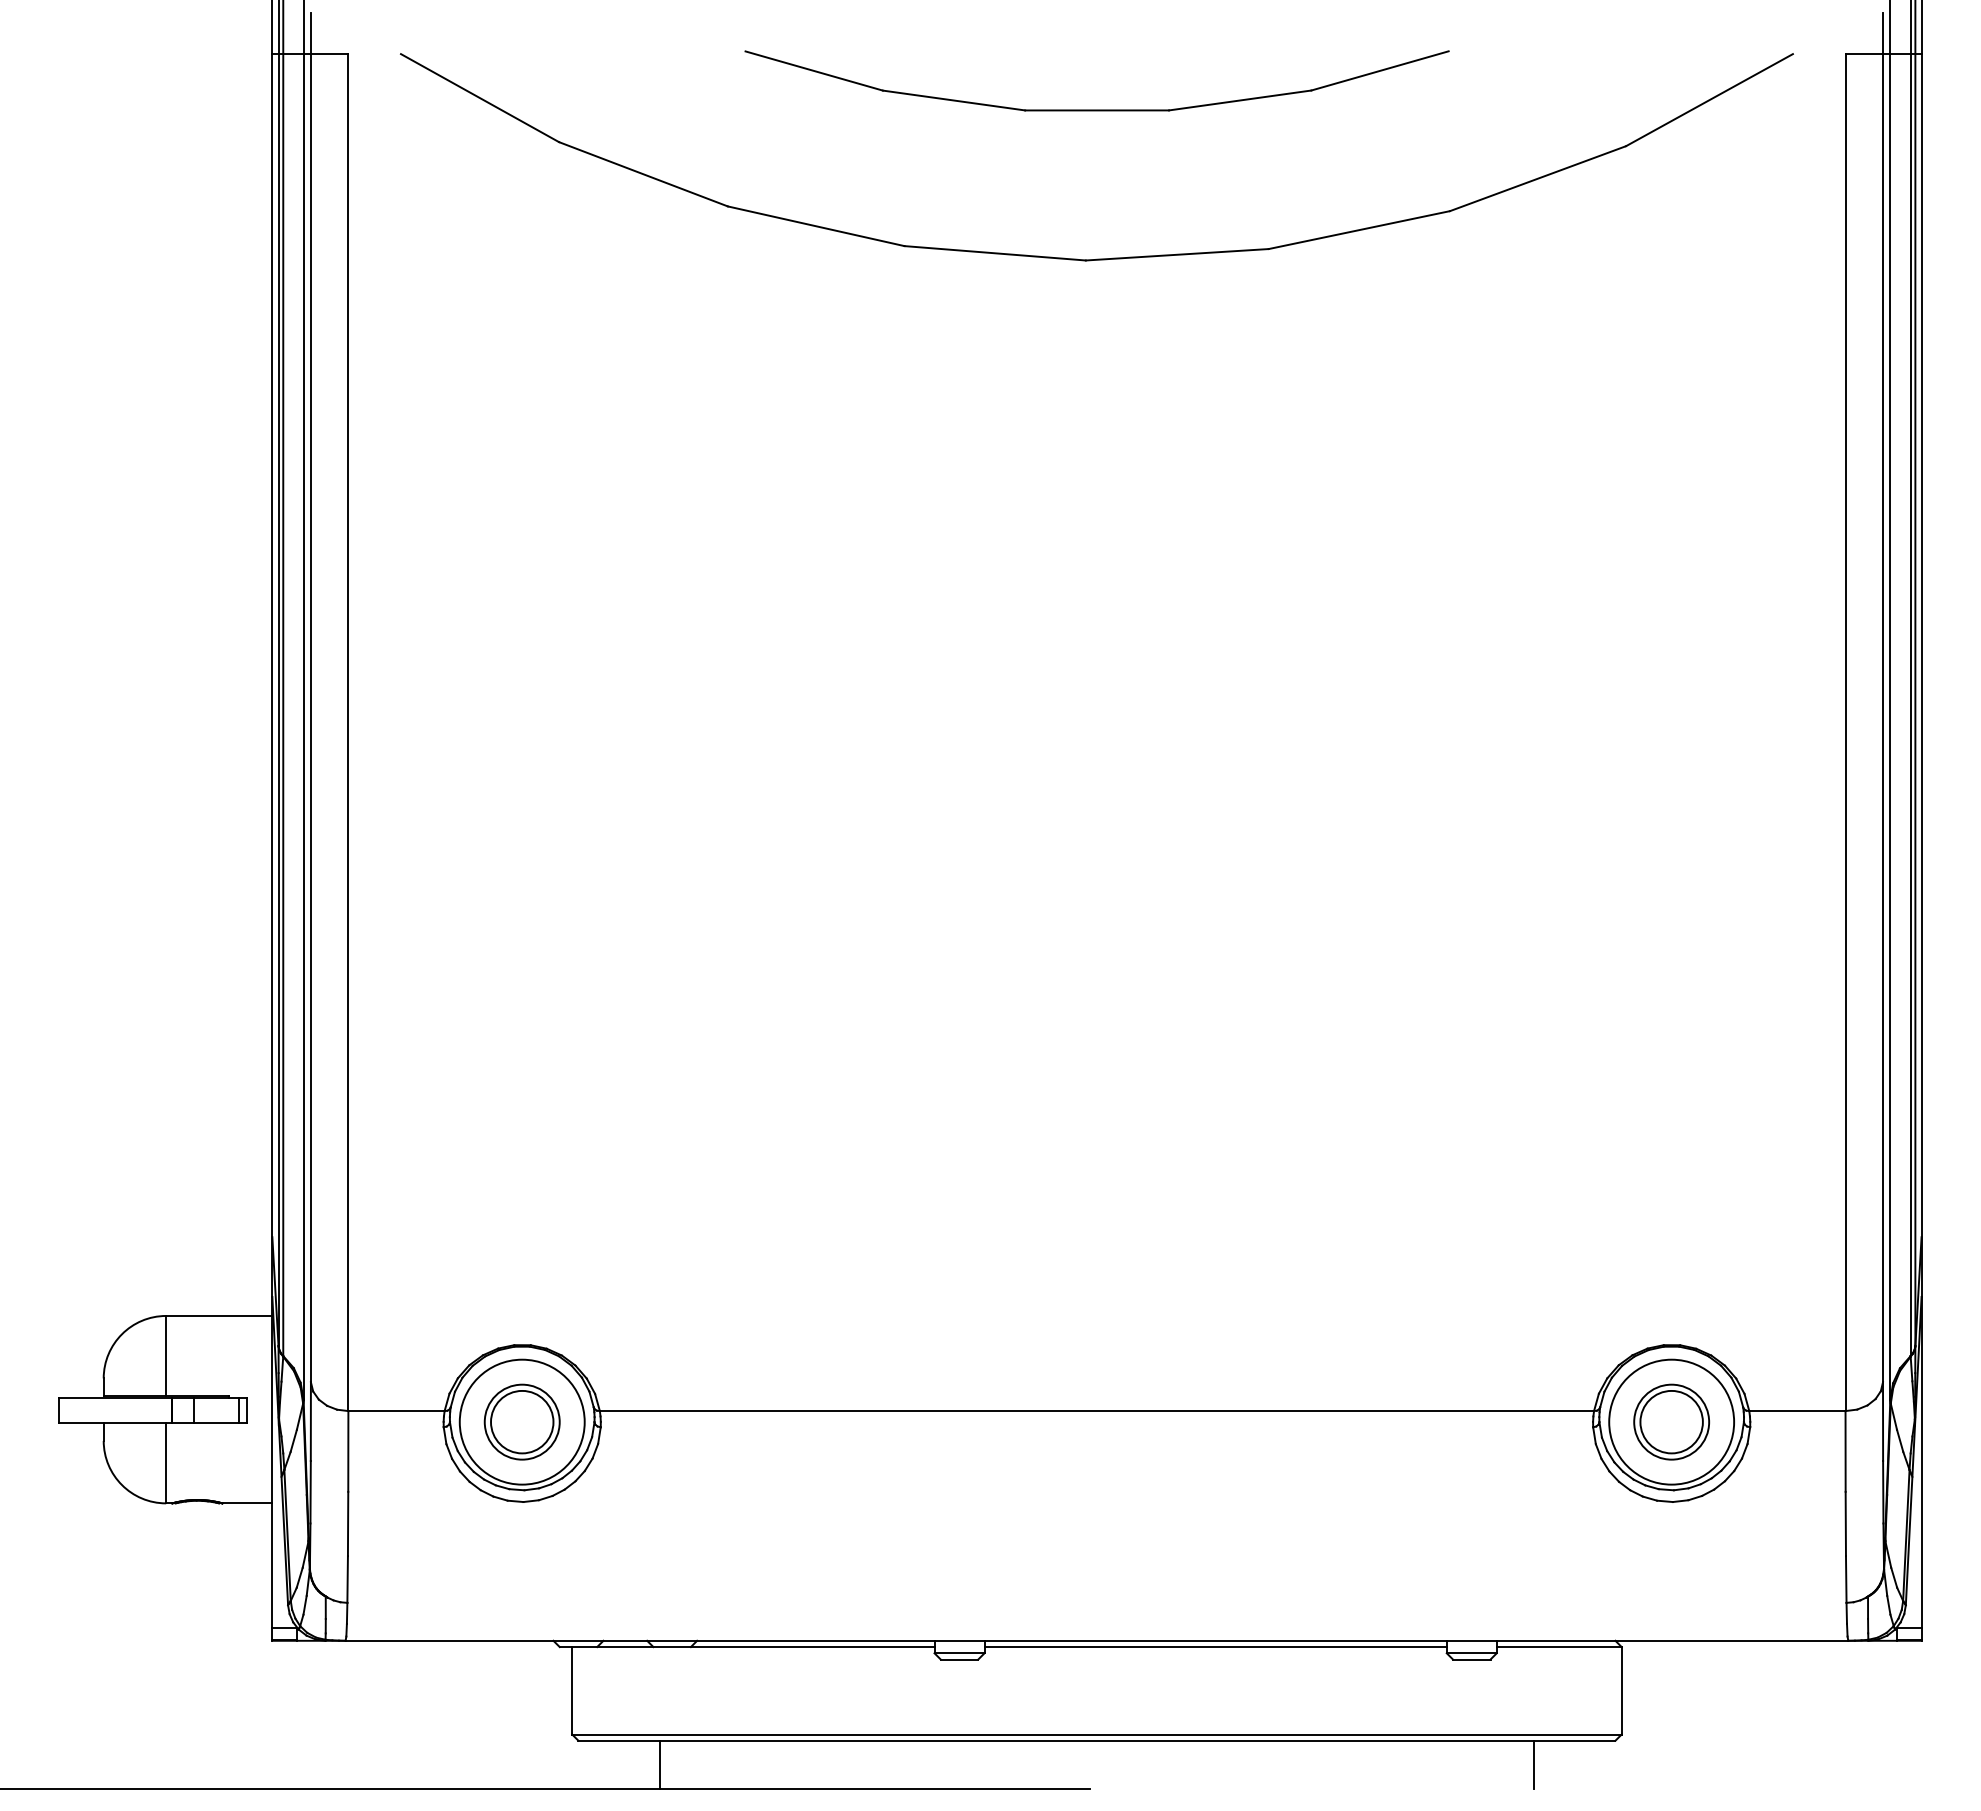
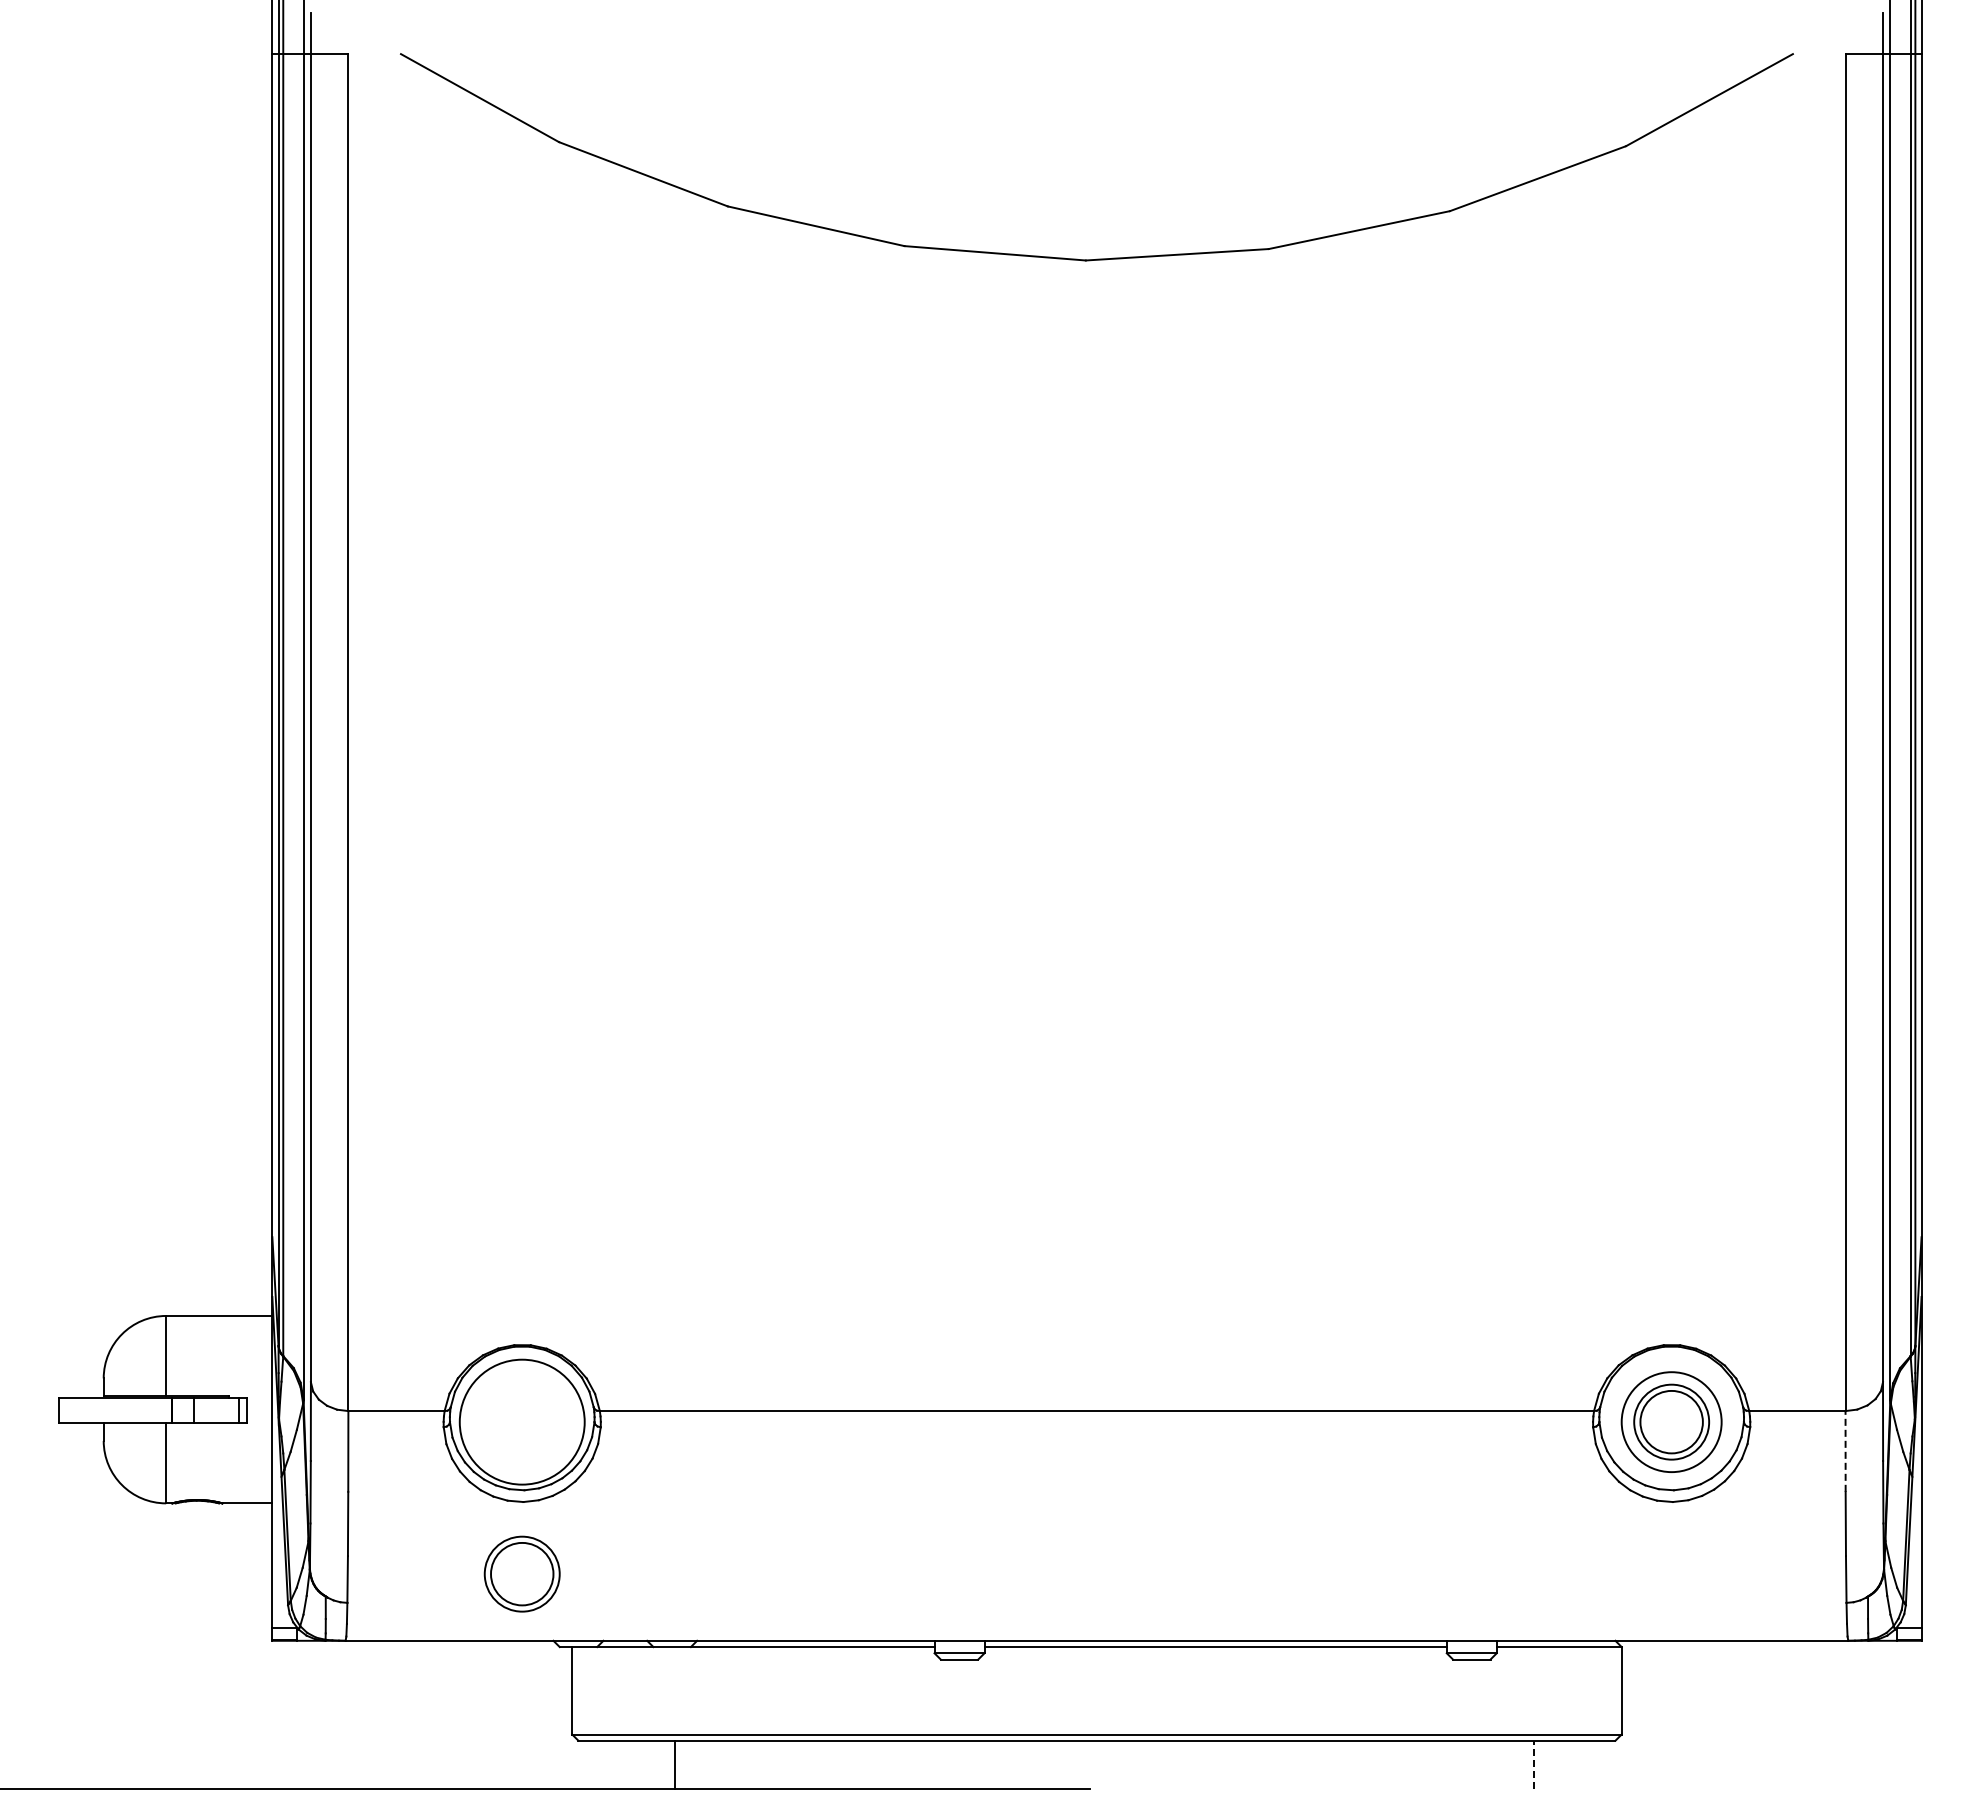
part at (1096, 109): present -> none
part at (521, 1421) position: (521, 1421) -> (521, 1573)
circle at (1671, 1421) diameter: 125 px -> 100 px
line at (1845, 1450): solid -> dashed
line at (659, 1764) position: (659, 1764) -> (674, 1764)
line at (1534, 1764): solid -> dashed
